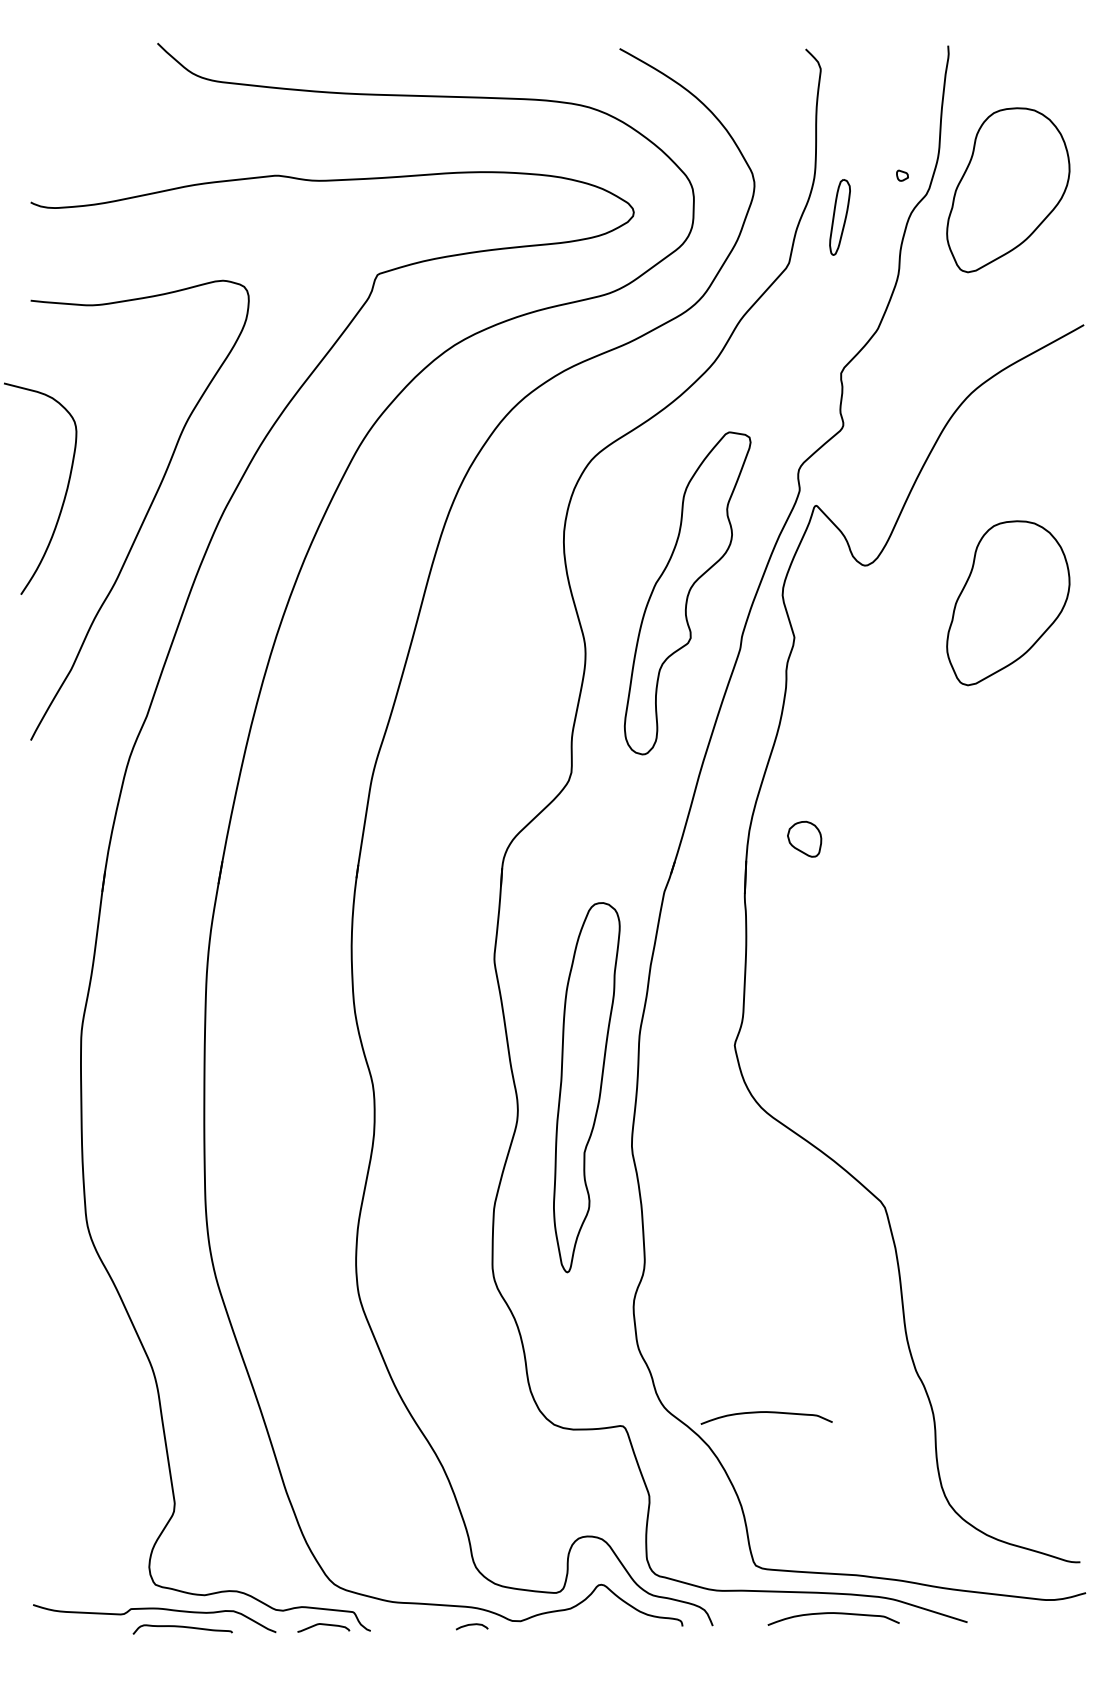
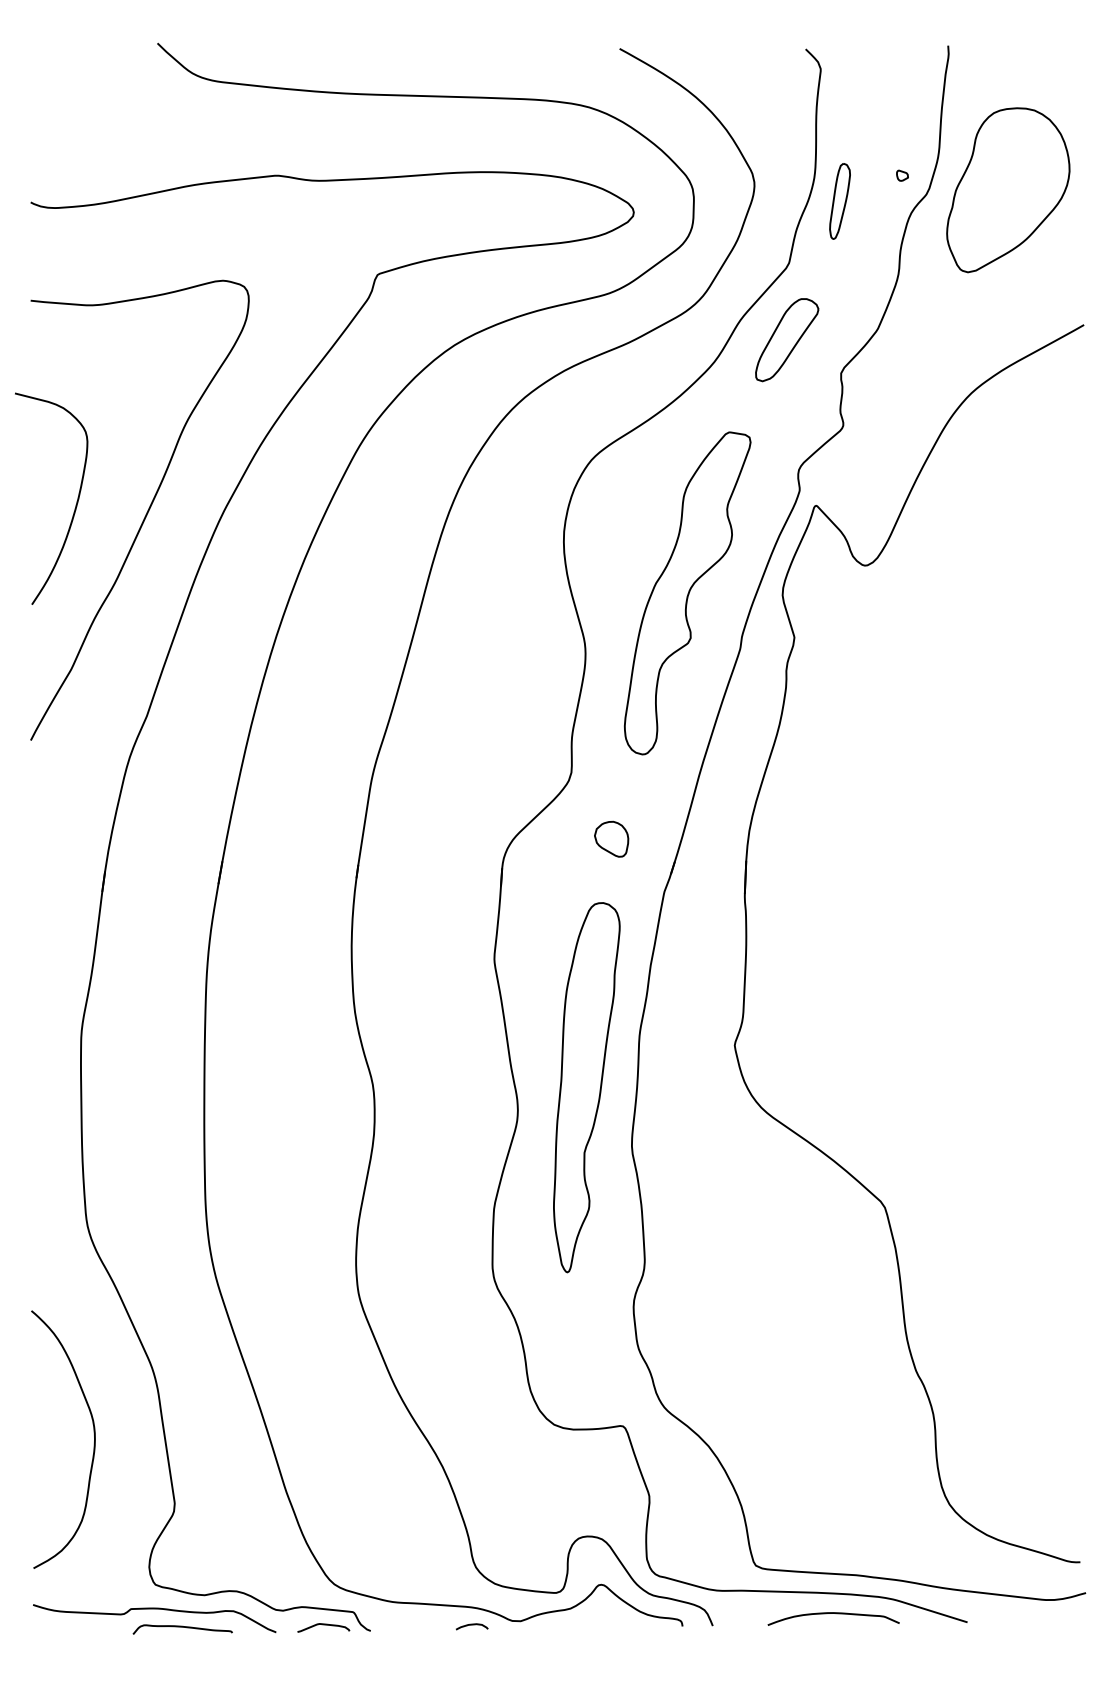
part at (839, 217) position: (839, 217) -> (839, 201)
part at (787, 340): none -> present
curve at (64, 494) position: (64, 494) -> (75, 504)
part at (1008, 603): present -> none
part at (804, 838) position: (804, 838) -> (611, 838)
curve at (766, 1412): present -> none
curve at (93, 1444): none -> present
